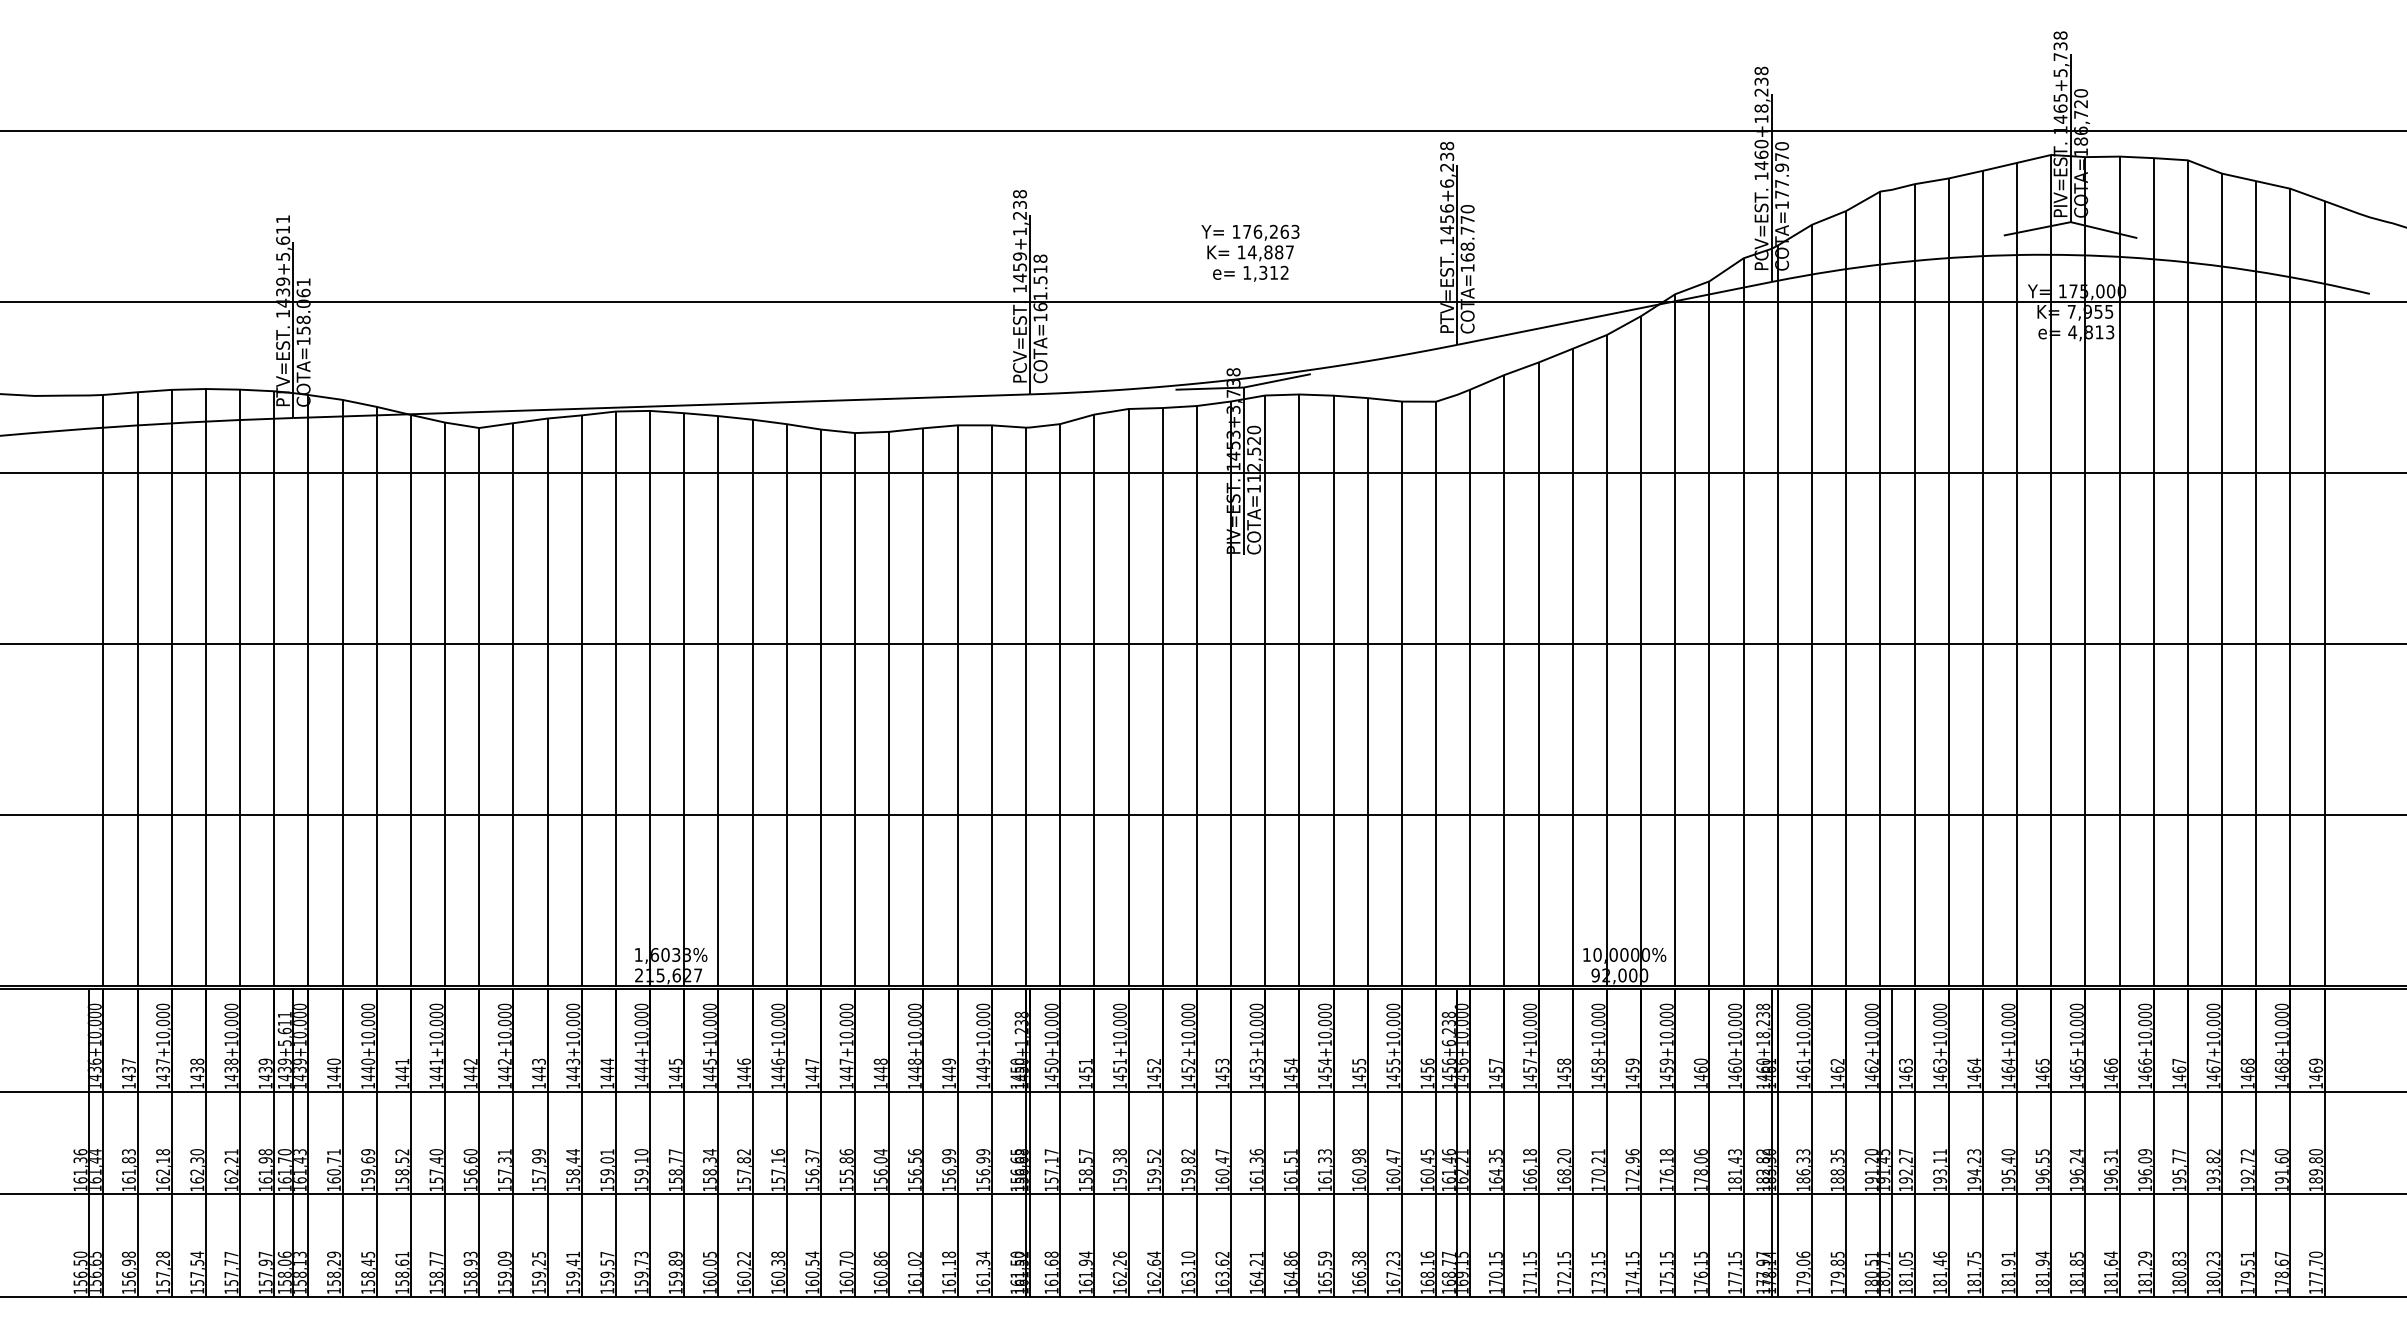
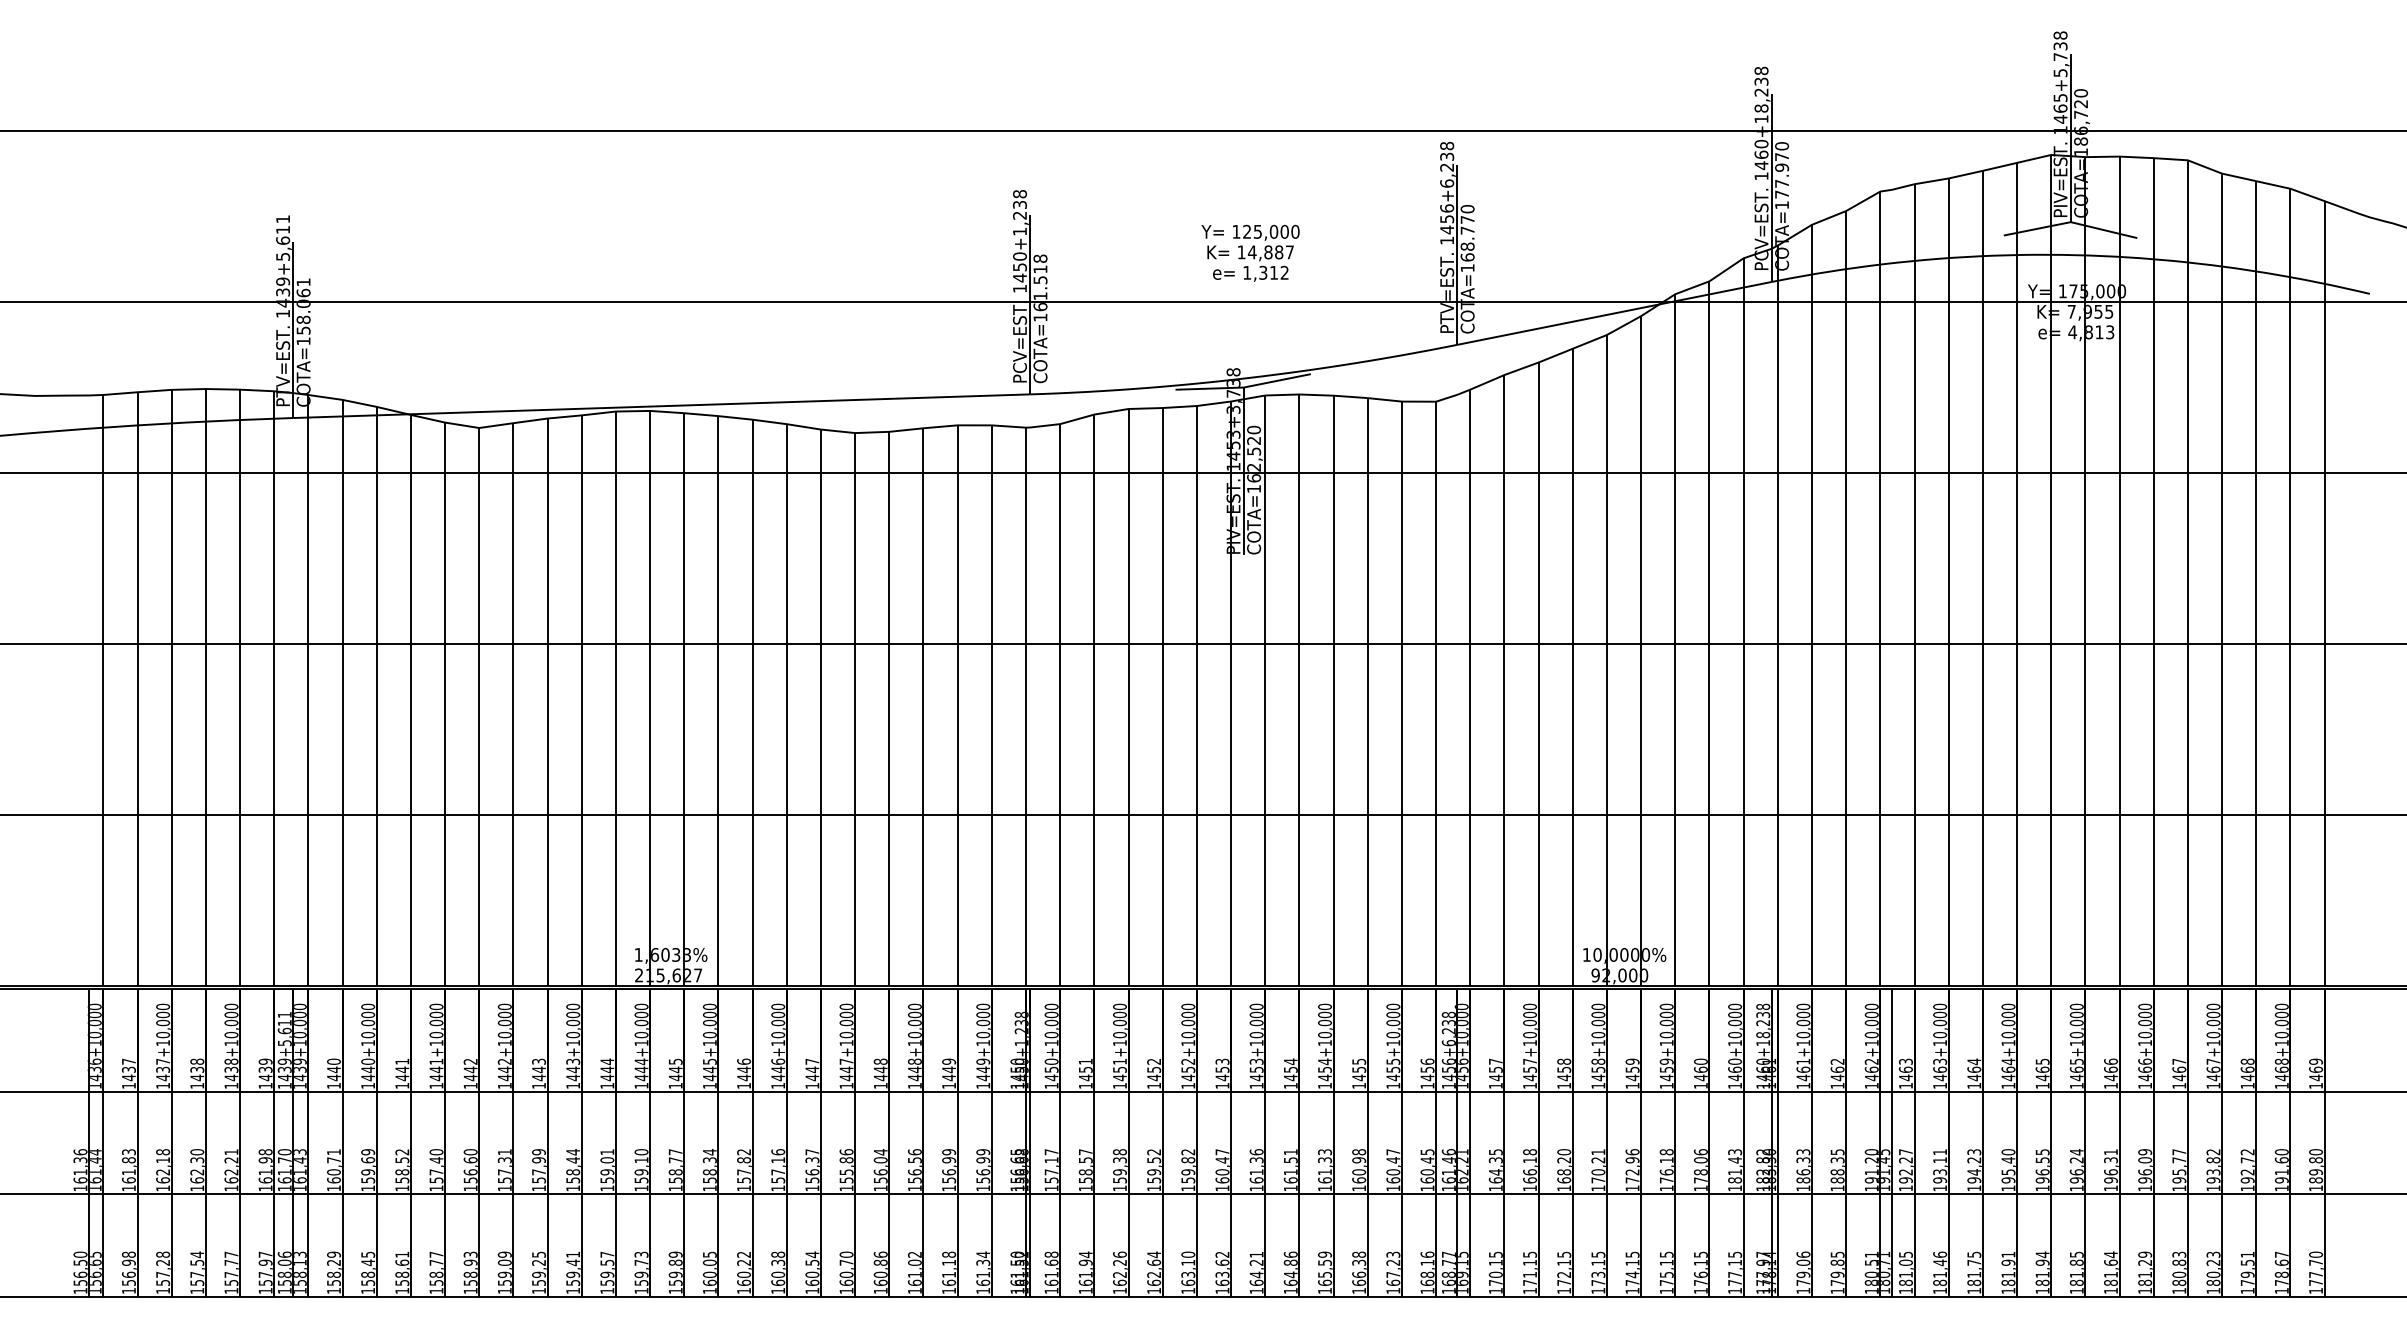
text at (1271, 231): 176,263 -> 125,000
text at (1019, 256): 1459+1,238 -> 1450+1,238
text at (1254, 478): COTA=112,520 -> COTA=162,520
